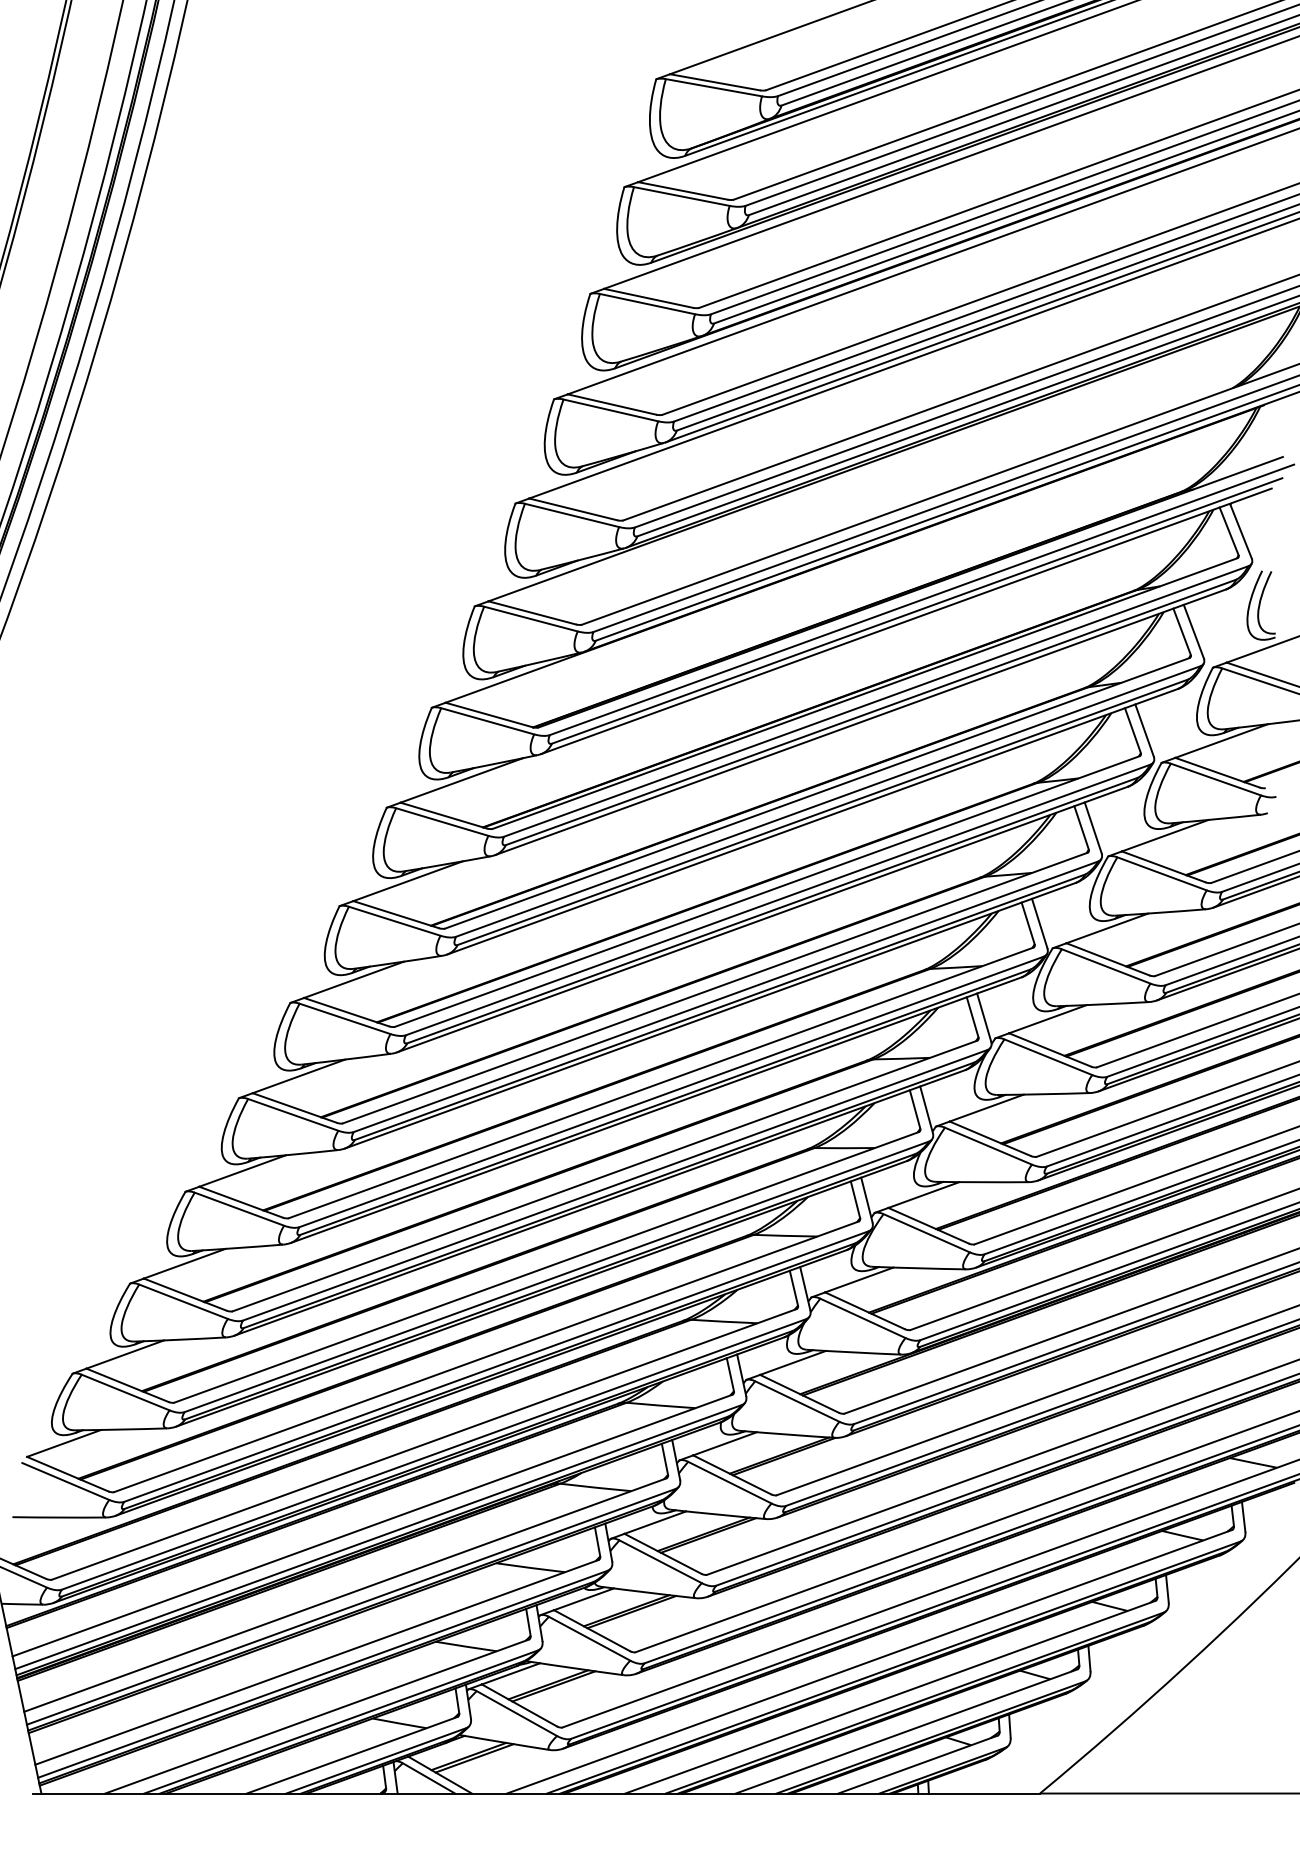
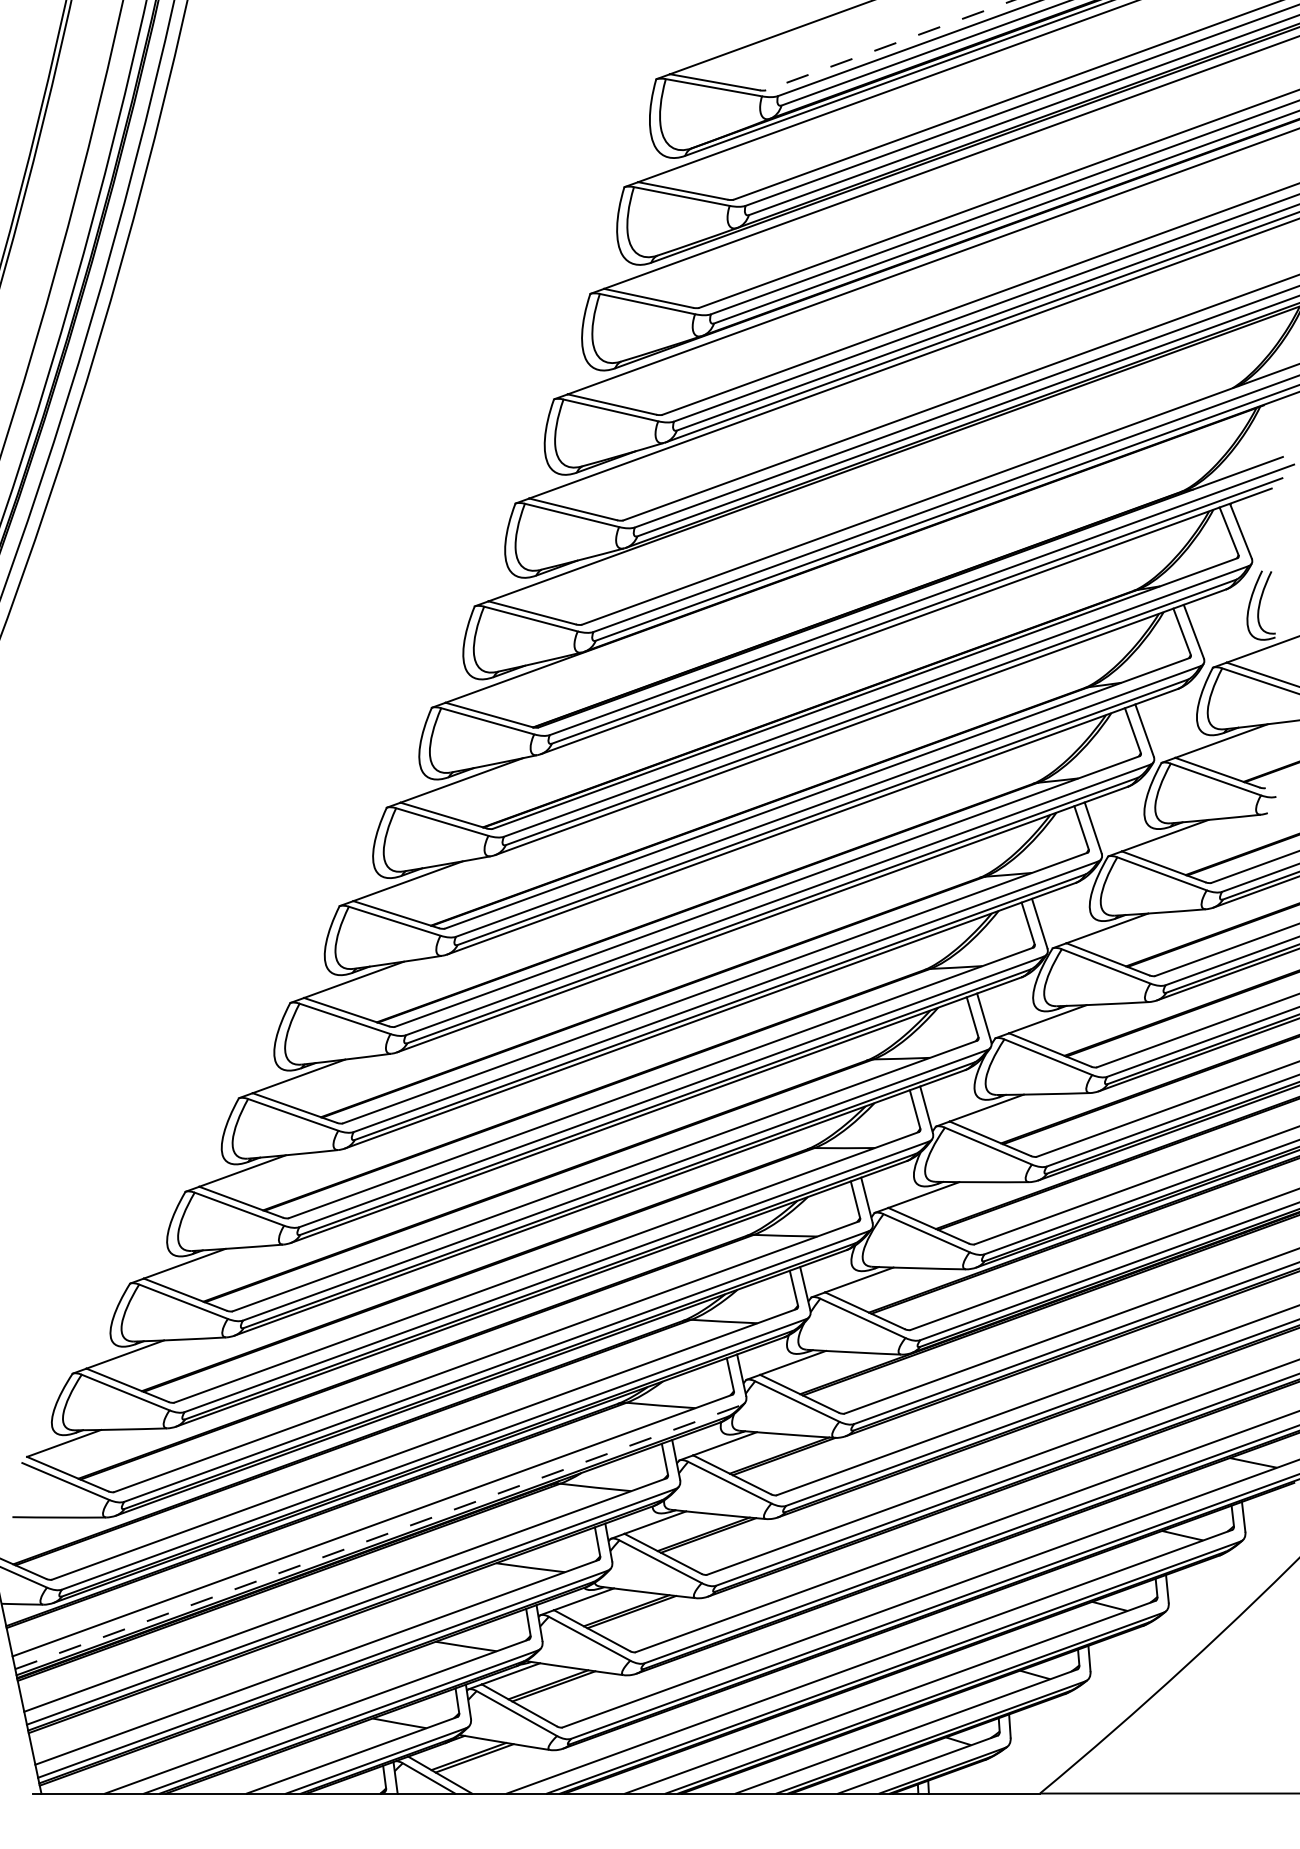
line at (890, 45): solid -> dashed
line at (378, 1537): solid -> dashed
